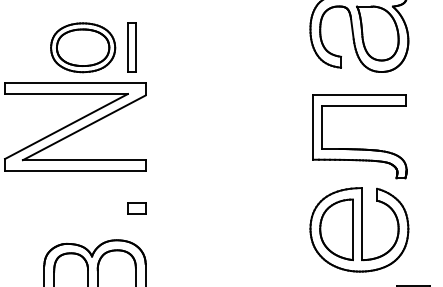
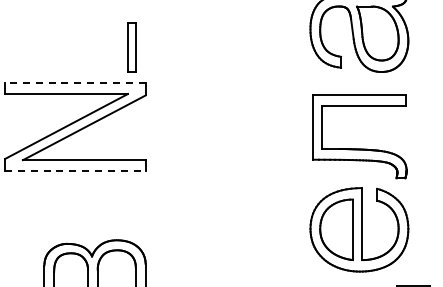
part at (83, 47): present -> none
line at (74, 83): solid -> dashed
line at (75, 171): solid -> dashed
part at (136, 208): present -> none
